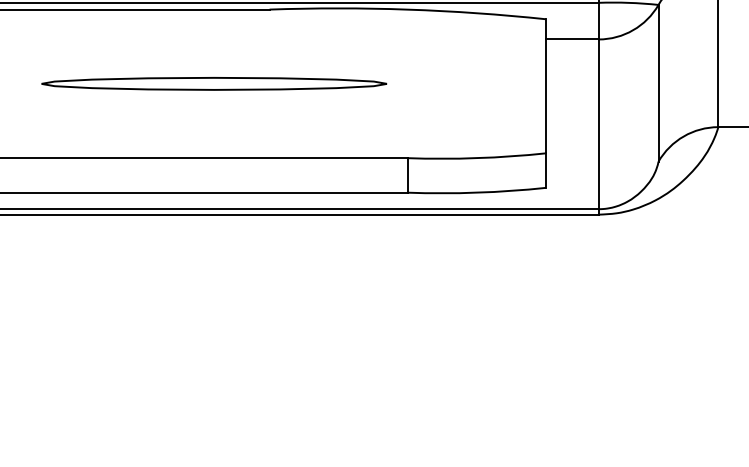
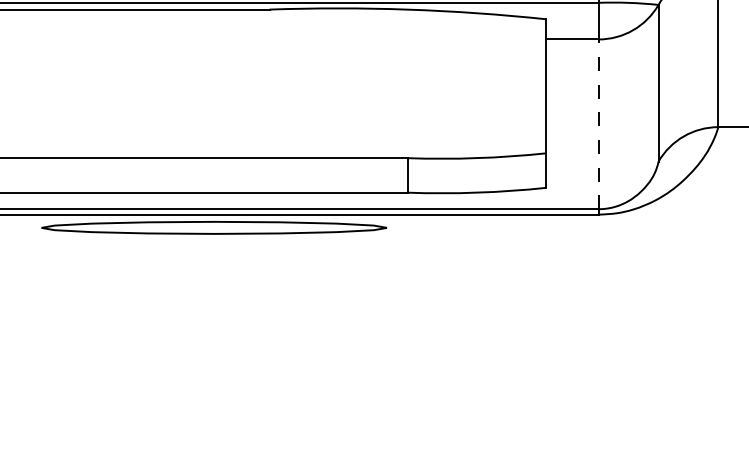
part at (214, 83) position: (214, 83) -> (214, 227)
line at (598, 124): solid -> dashed
